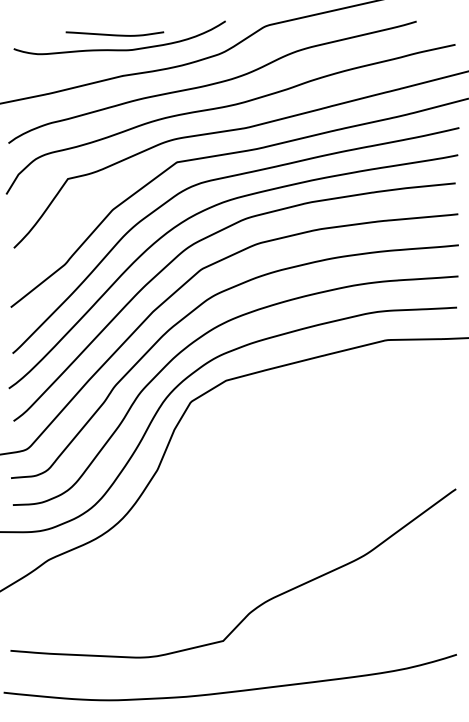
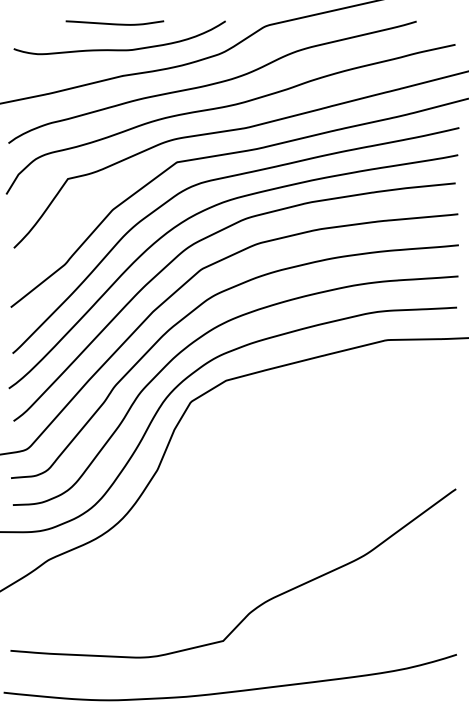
curve at (114, 34) position: (114, 34) -> (114, 23)
